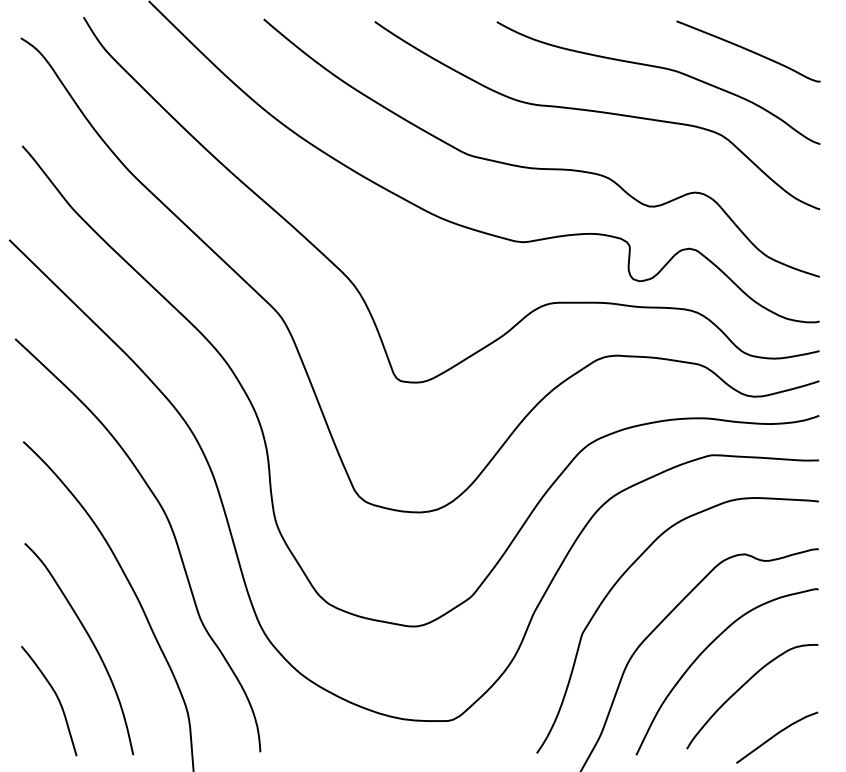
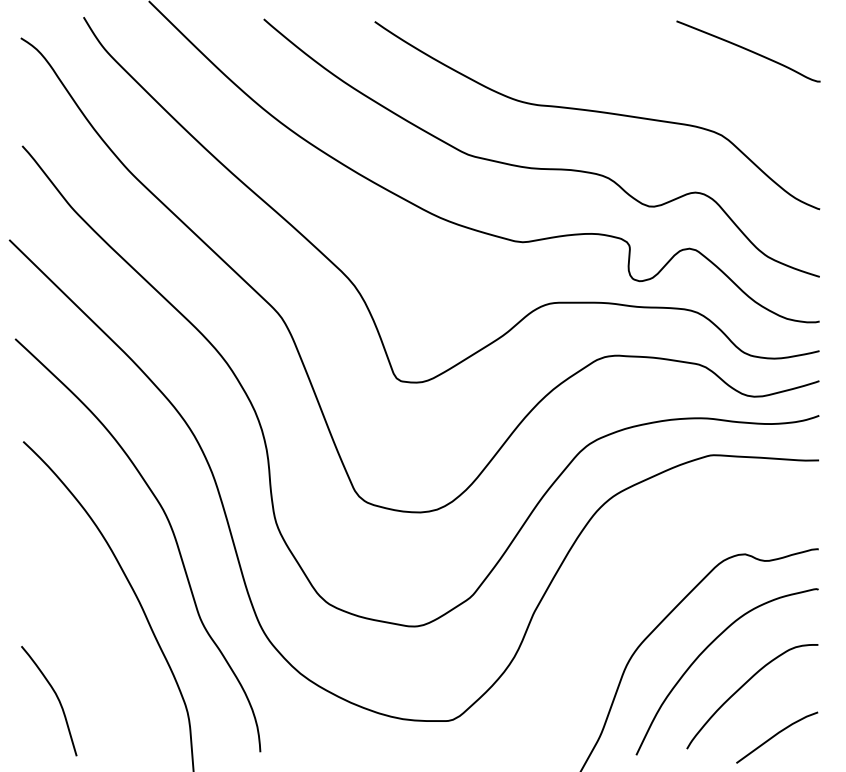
curve at (658, 68): present -> none
curve at (620, 579): present -> none
curve at (91, 642): present -> none
